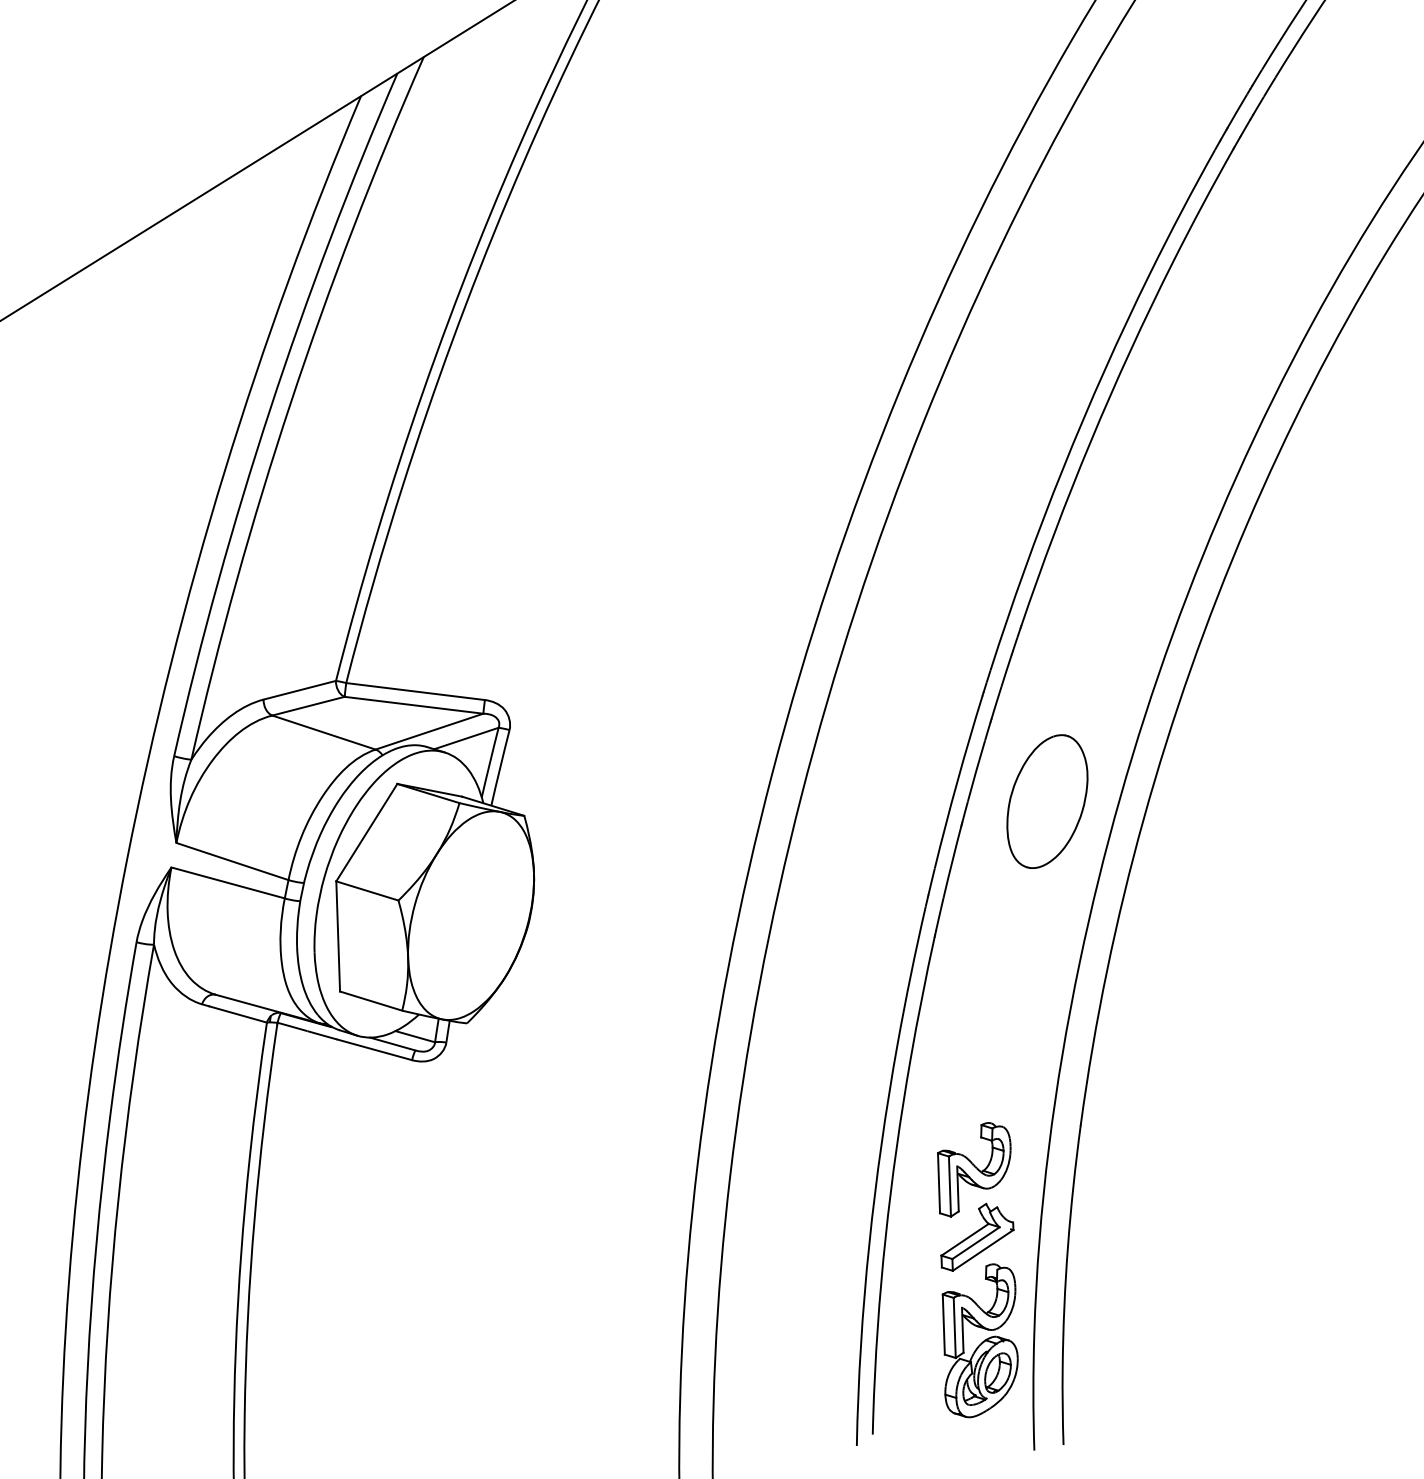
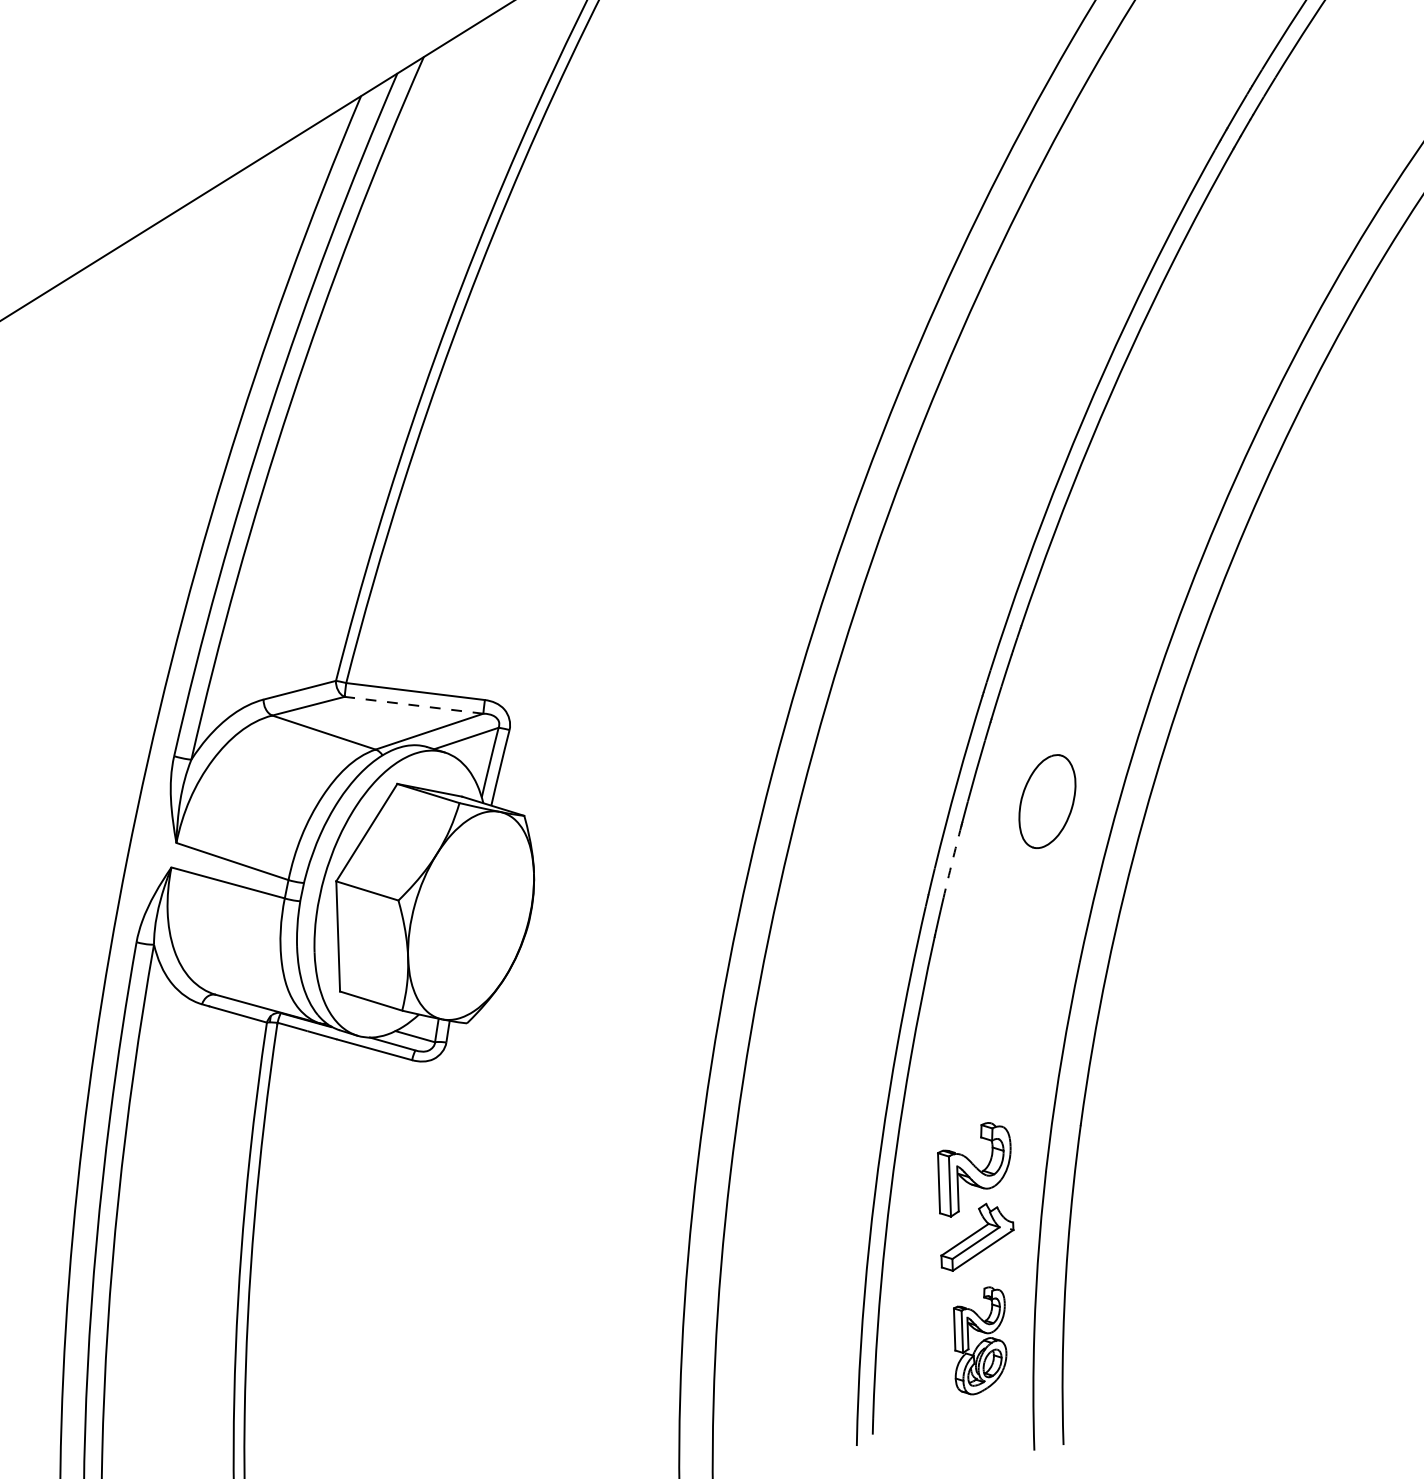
line at (414, 705): solid -> dashed
part at (1047, 801) size: 83x135 px -> 59x95 px
arc at (952, 861): solid -> dashed
part at (979, 1340) size: 78x156 px -> 55x110 px
